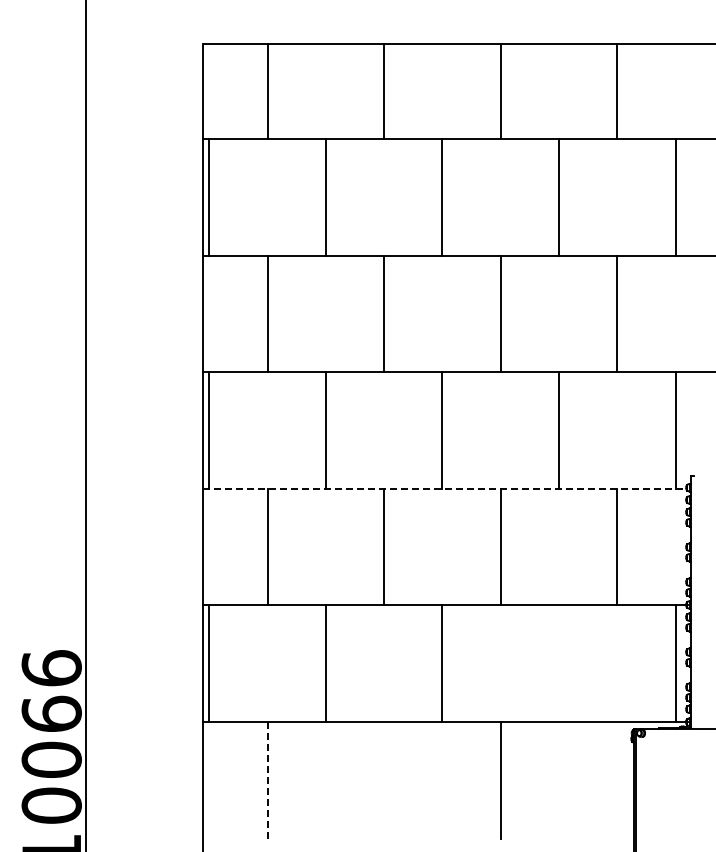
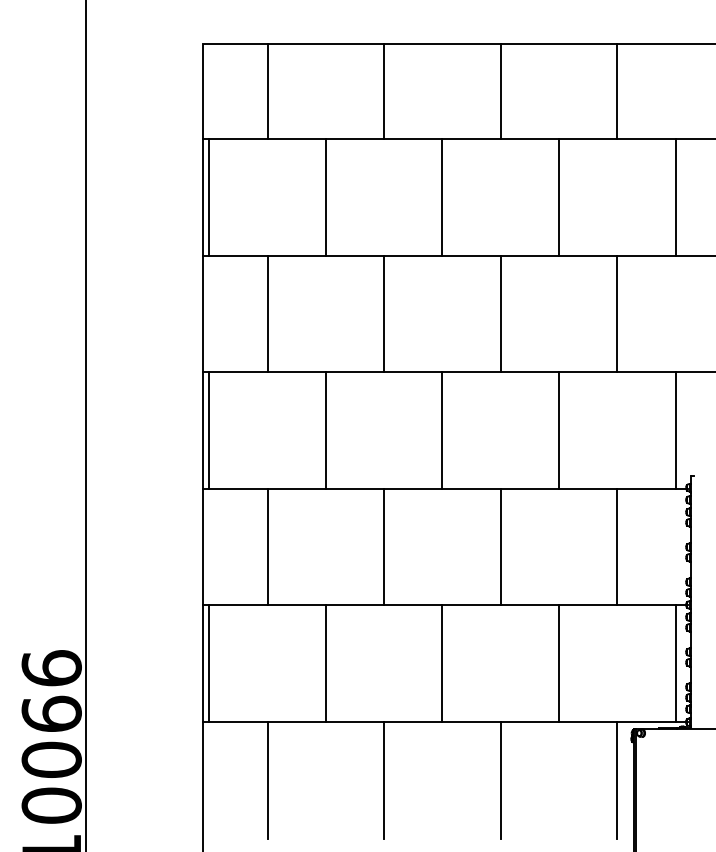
line at (445, 488): dashed -> solid
line at (559, 663): none -> present
line at (267, 780): dashed -> solid
line at (384, 780): none -> present
line at (617, 780): none -> present
